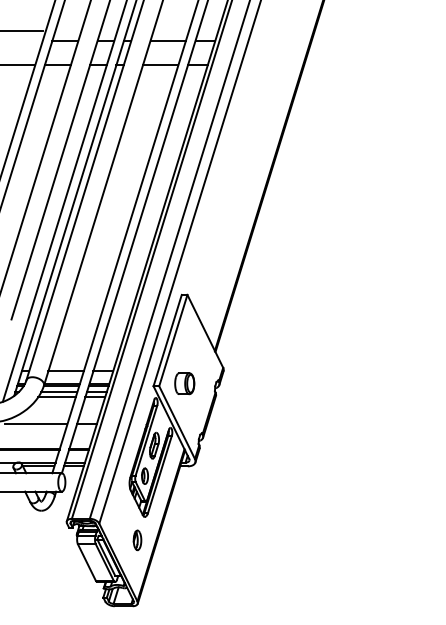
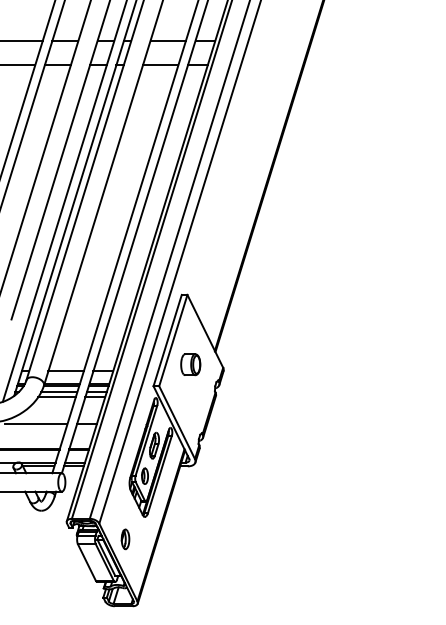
line at (22, 30) position: (22, 30) -> (22, 40)
part at (184, 383) position: (184, 383) -> (190, 364)
part at (137, 540) position: (137, 540) -> (125, 539)
